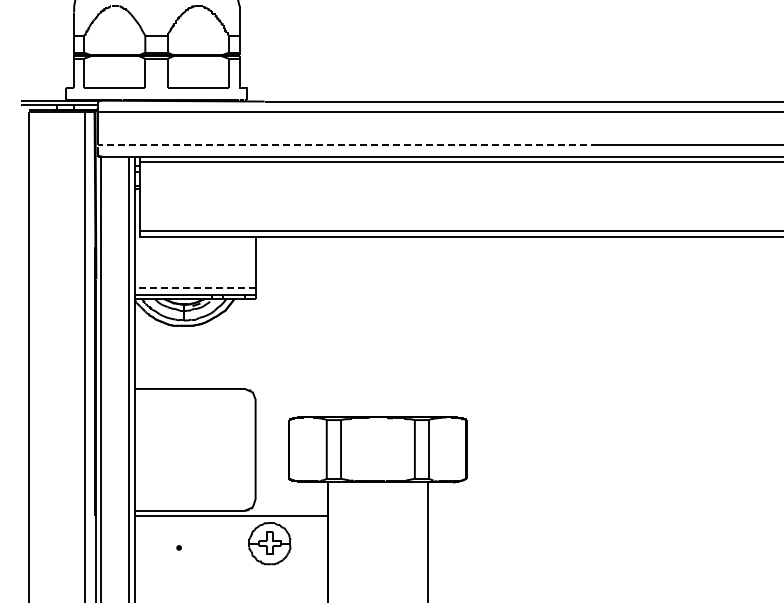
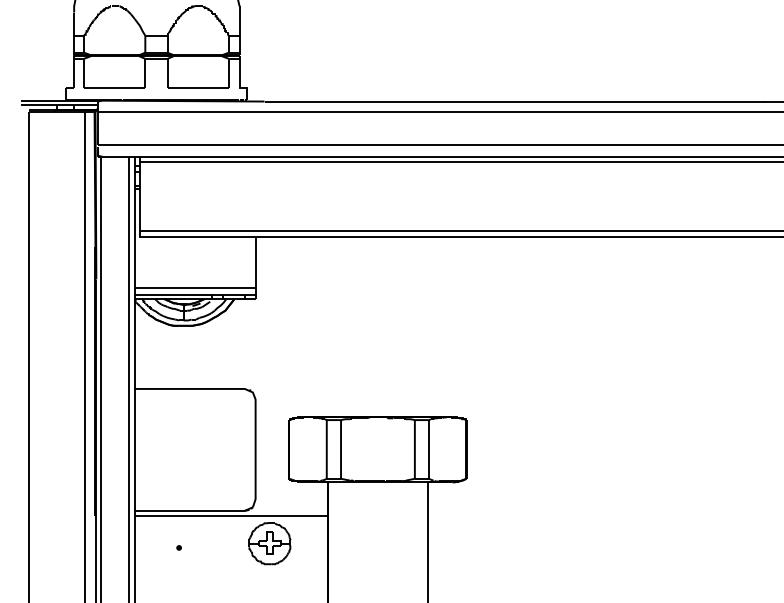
line at (348, 145): dashed -> solid
line at (194, 288): dashed -> solid
